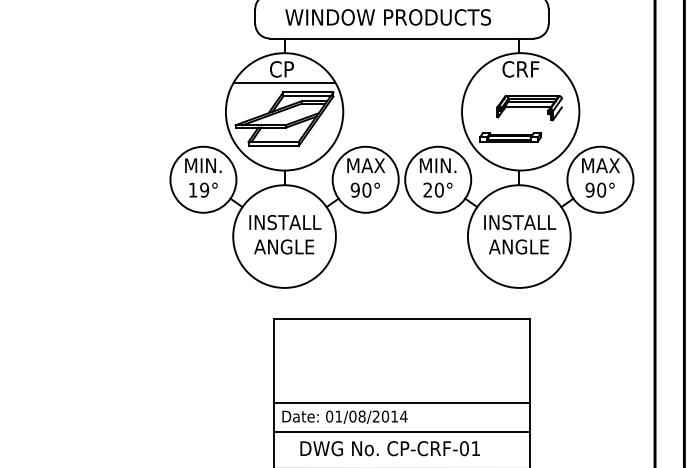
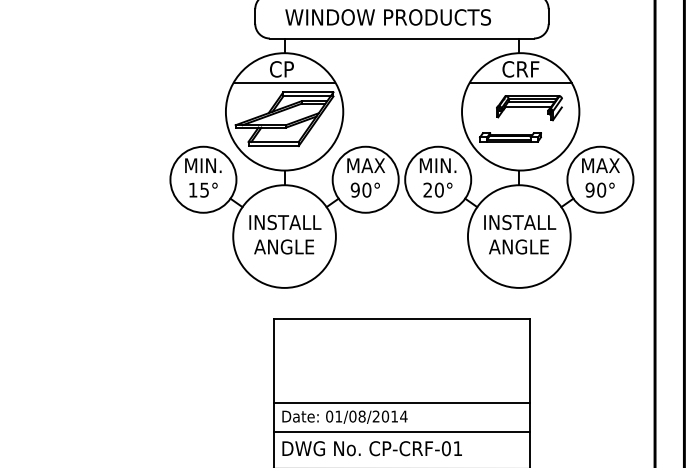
line at (520, 82): none -> present
text at (204, 189): 19° -> 15°
text at (389, 448) position: (389, 448) -> (371, 448)
